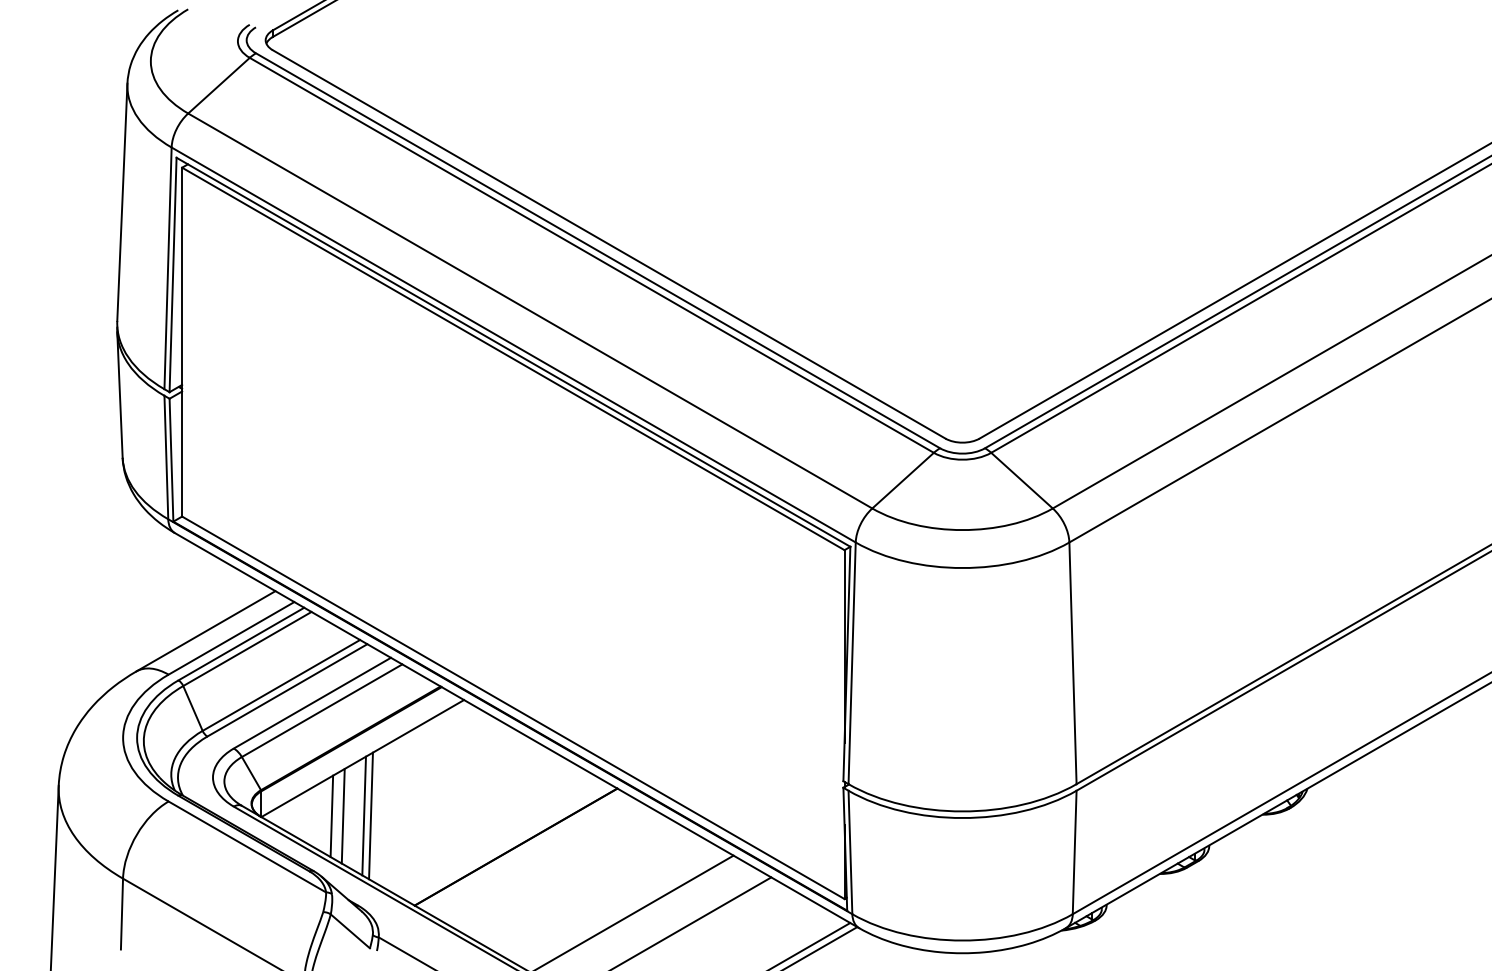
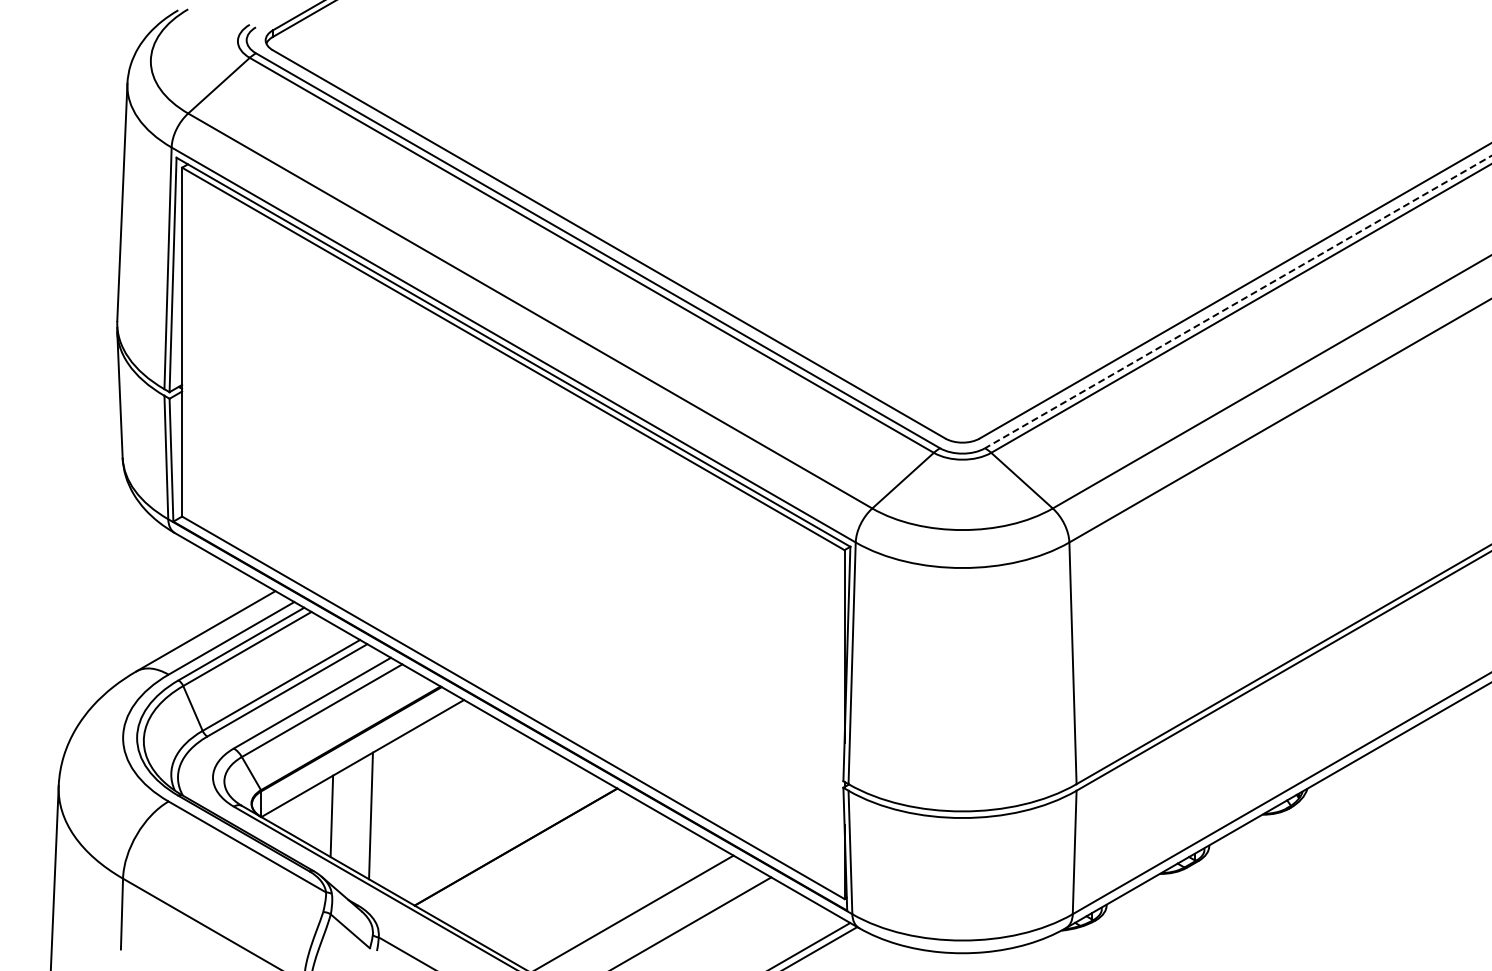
line at (1237, 302): solid -> dashed
line at (342, 815): present -> none
line at (363, 815): present -> none
